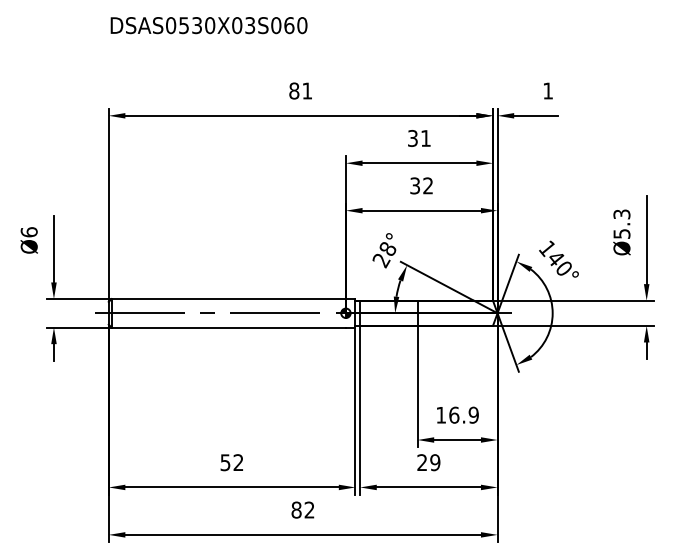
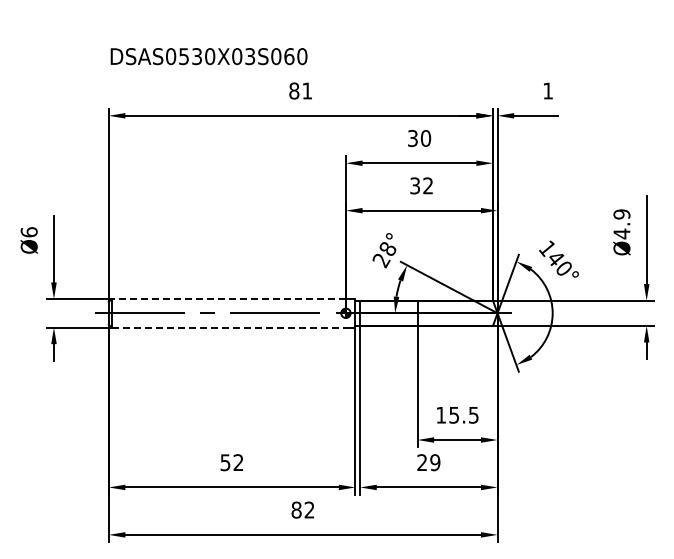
text at (208, 25) position: (208, 25) -> (208, 56)
text at (425, 138): 31 -> 30
text at (621, 224): Ø5.3 -> Ø4.9
line at (228, 299): solid -> dashed
line at (229, 327): solid -> dashed
text at (463, 414): 16.9 -> 15.5
